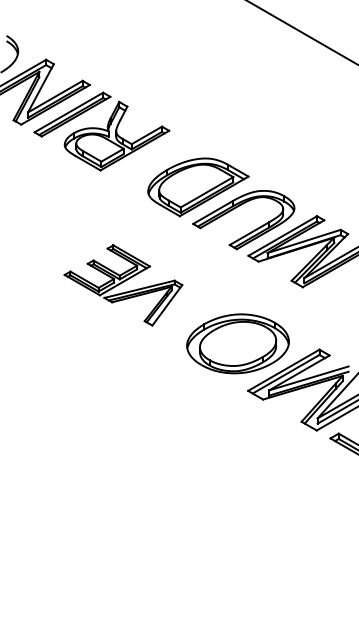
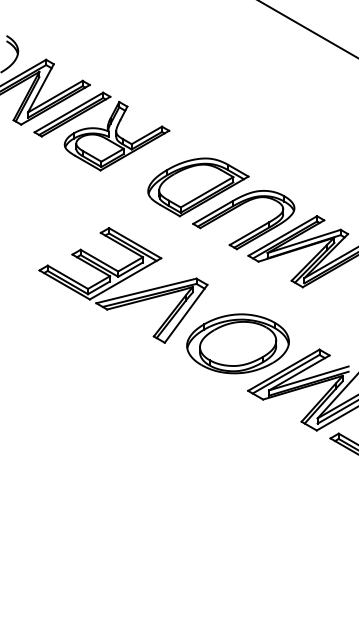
line at (302, 32) position: (302, 32) -> (308, 29)
part at (123, 285) size: 121x83 px -> 171x117 px
